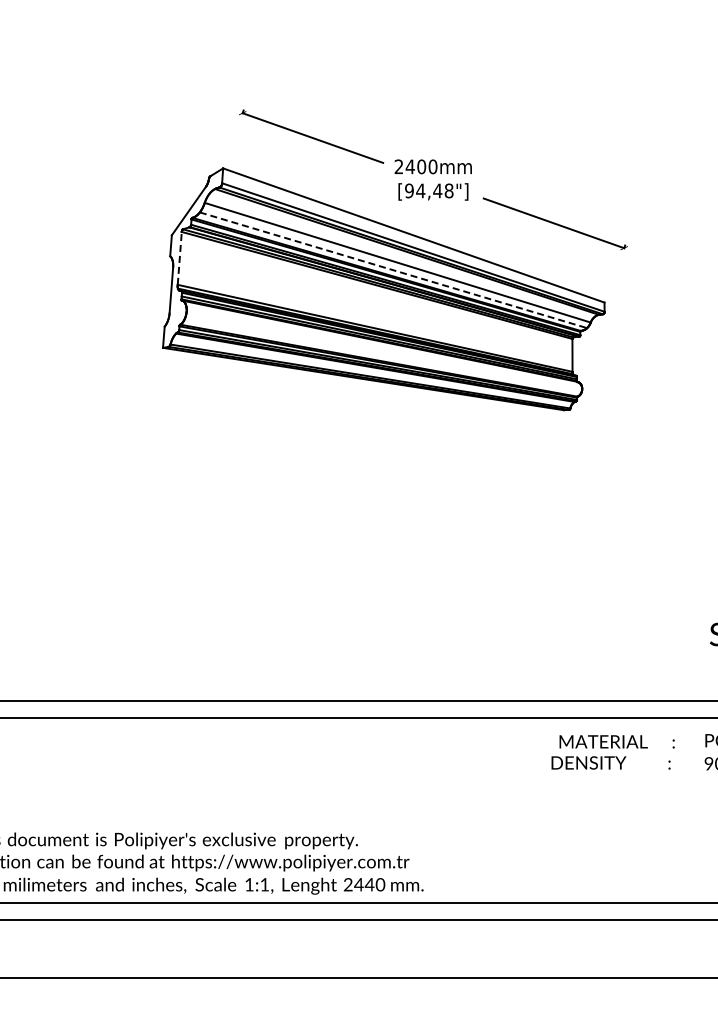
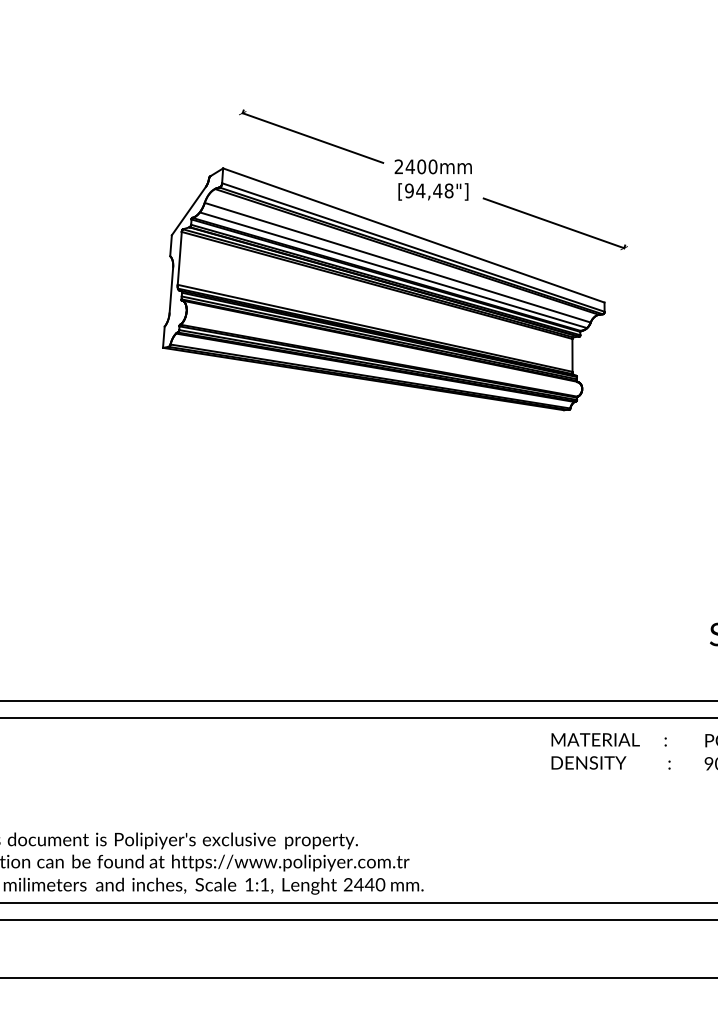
line at (179, 258): dashed -> solid
line at (393, 270): dashed -> solid
text at (616, 741) position: (616, 741) -> (608, 739)
